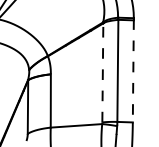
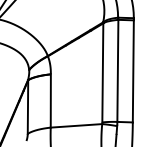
line at (133, 70): dashed -> solid
line at (102, 72): dashed -> solid
